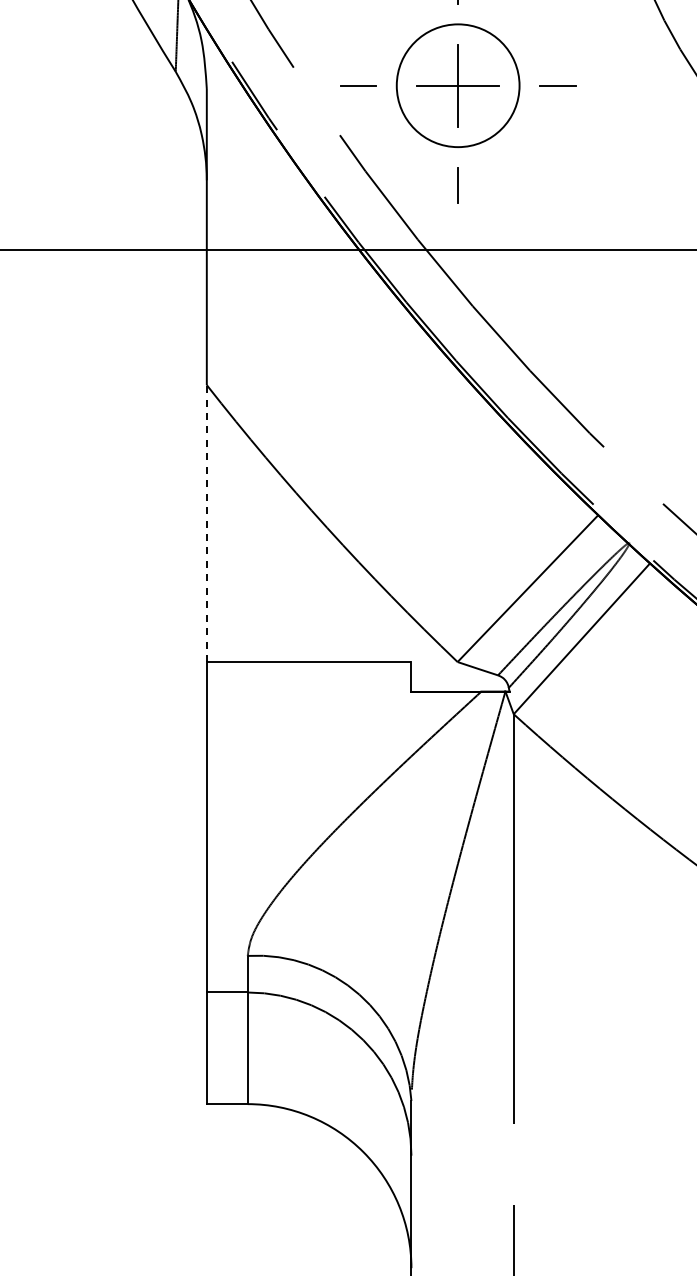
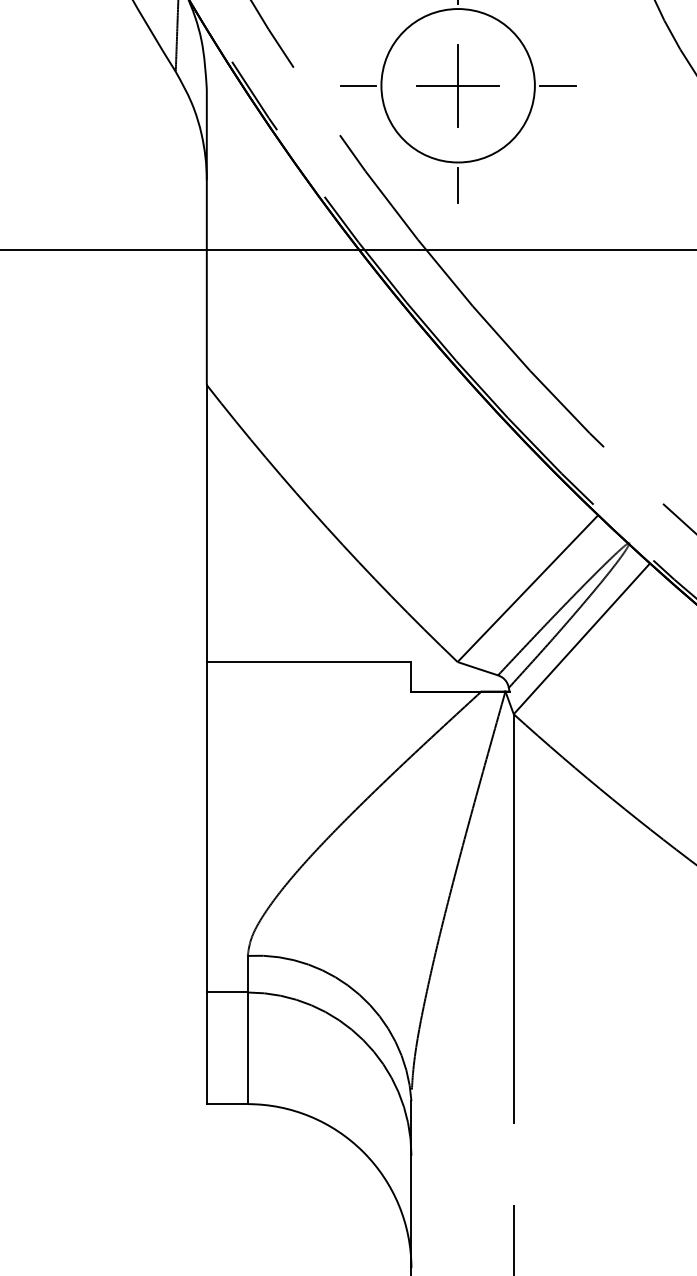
circle at (457, 85) diameter: 123 px -> 153 px
line at (206, 523): dashed -> solid
